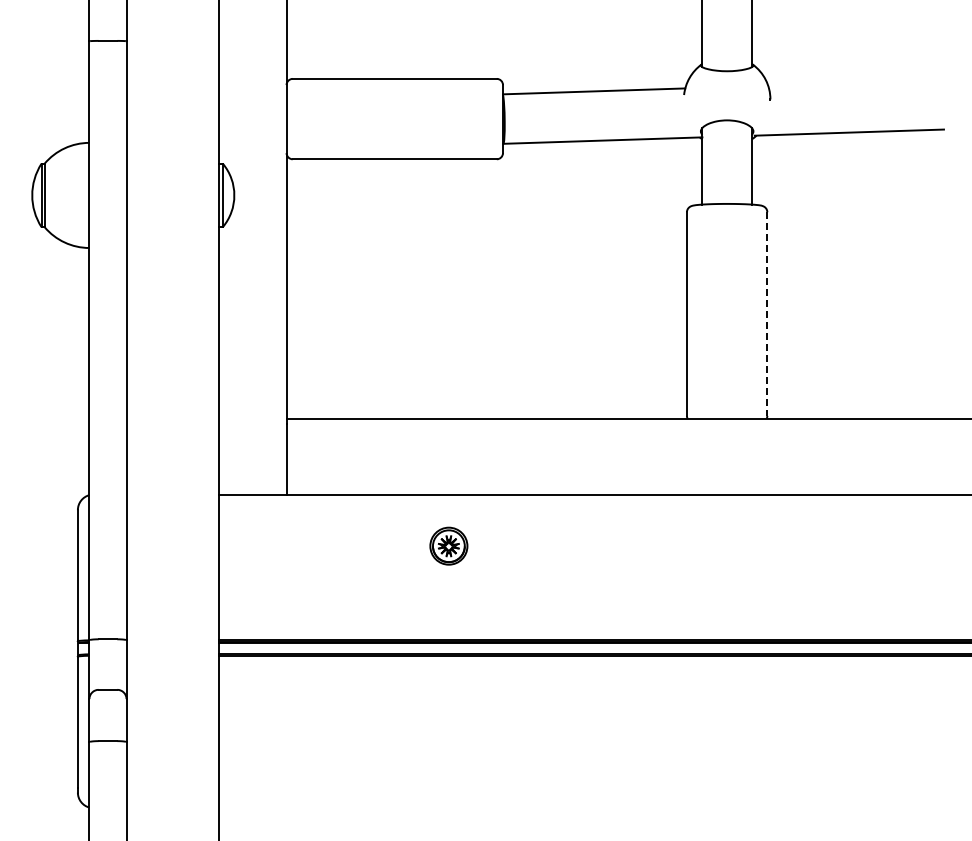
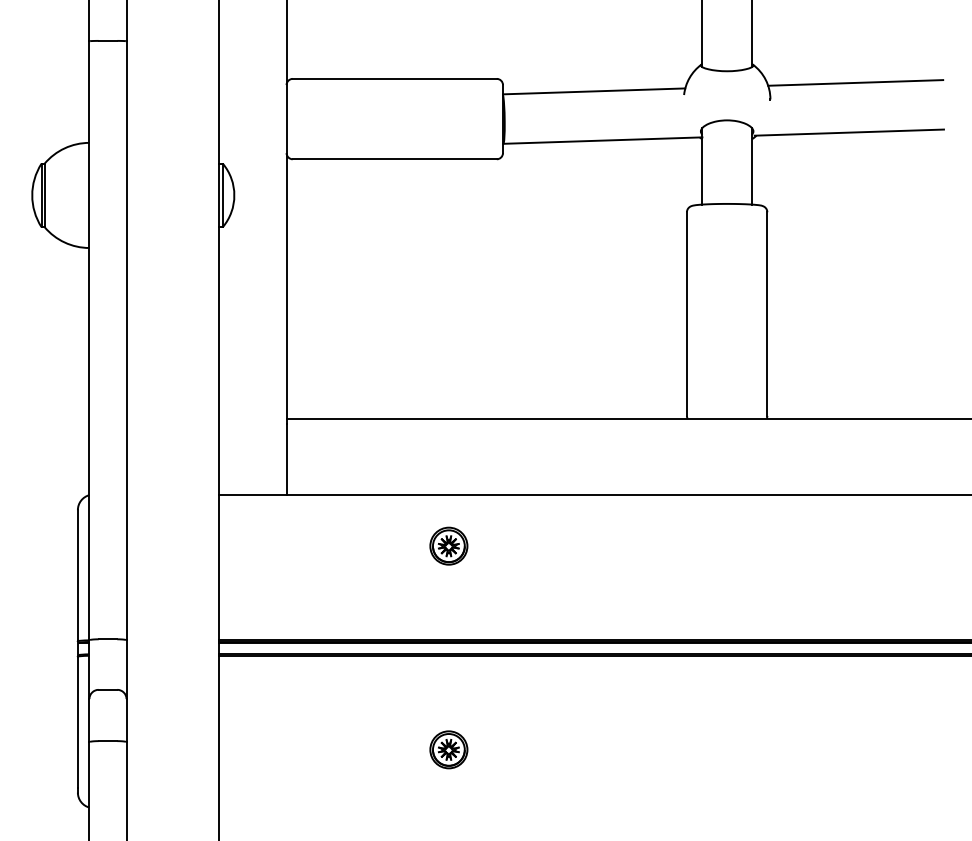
line at (855, 82): none -> present
line at (767, 314): dashed -> solid
part at (448, 749): none -> present
